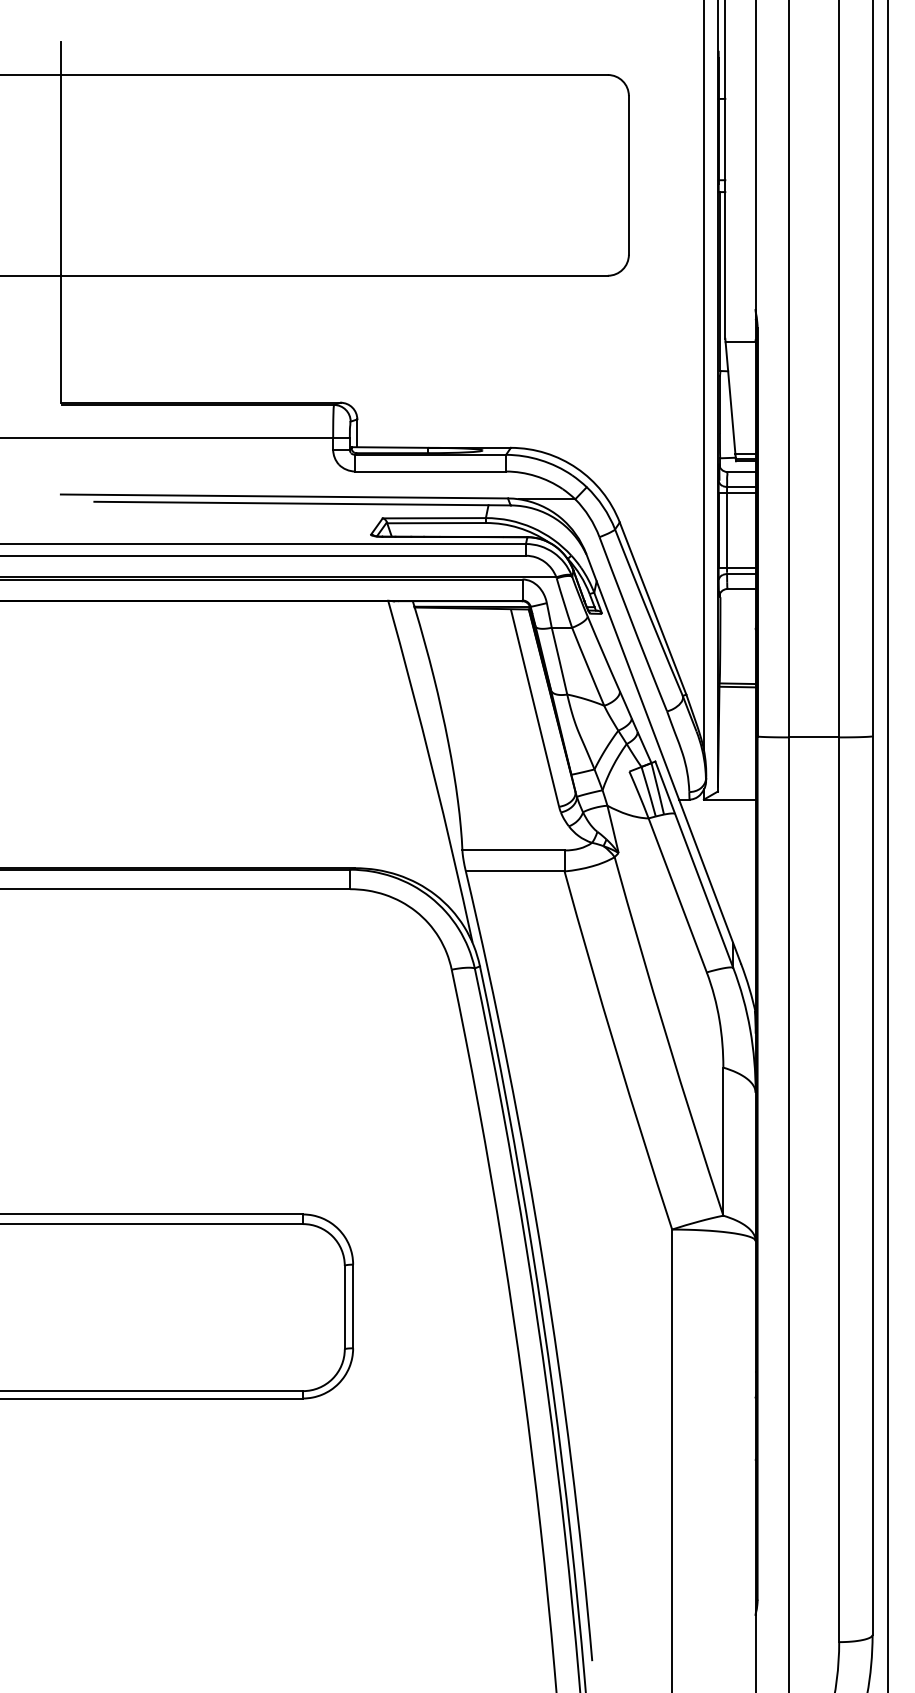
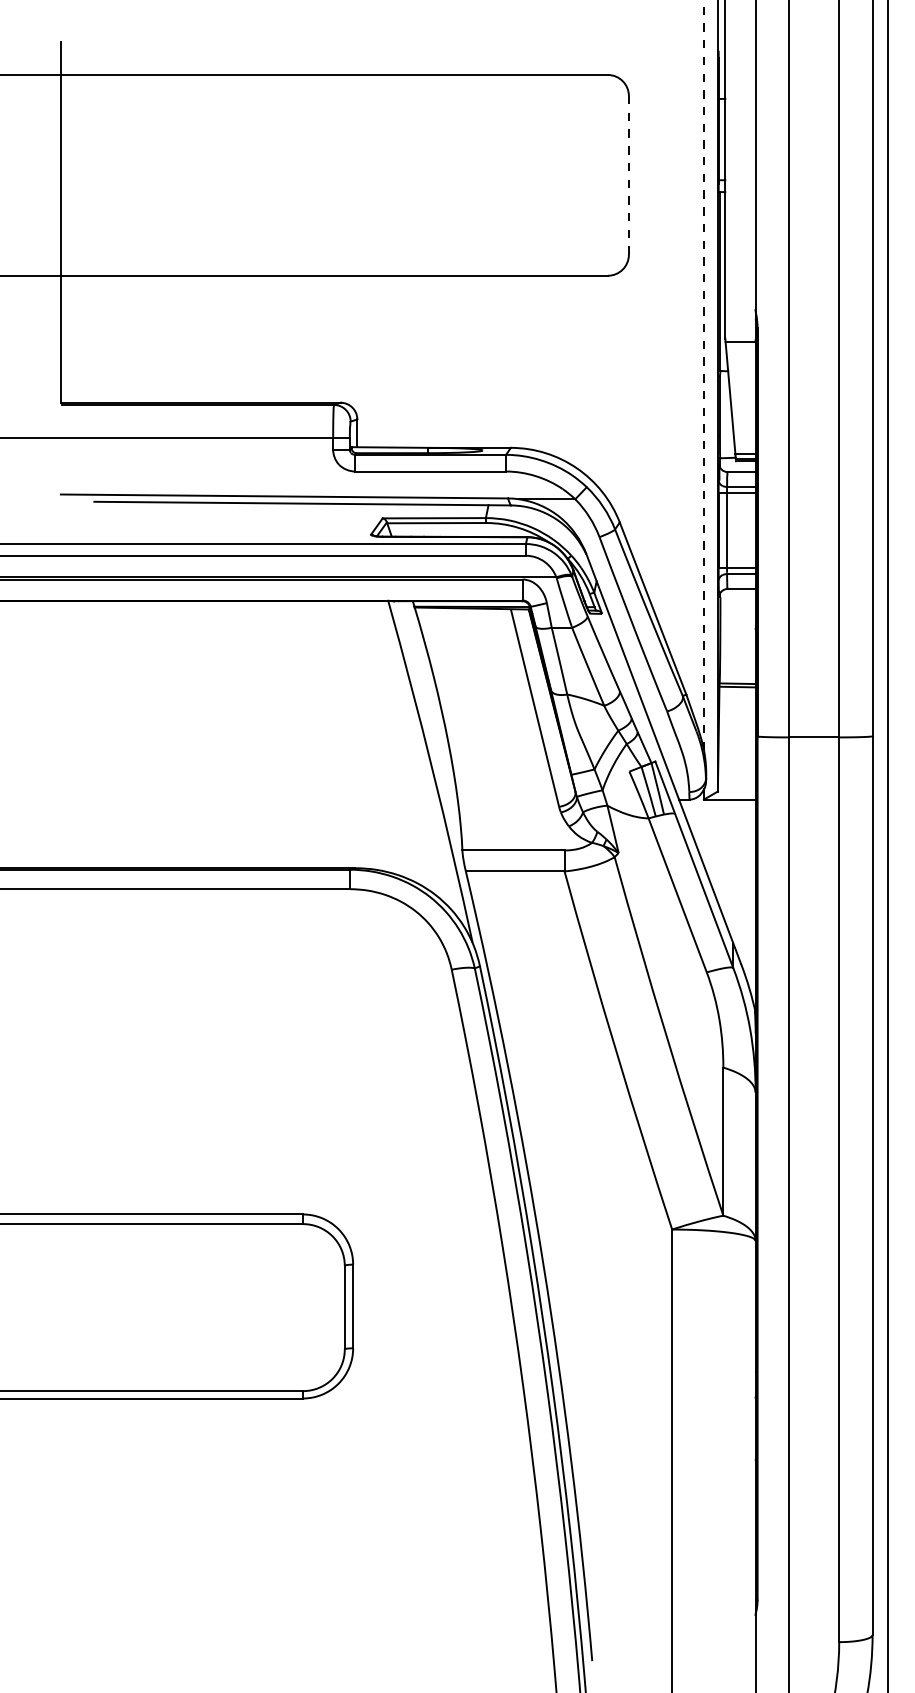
line at (628, 175): solid -> dashed
line at (703, 375): solid -> dashed
